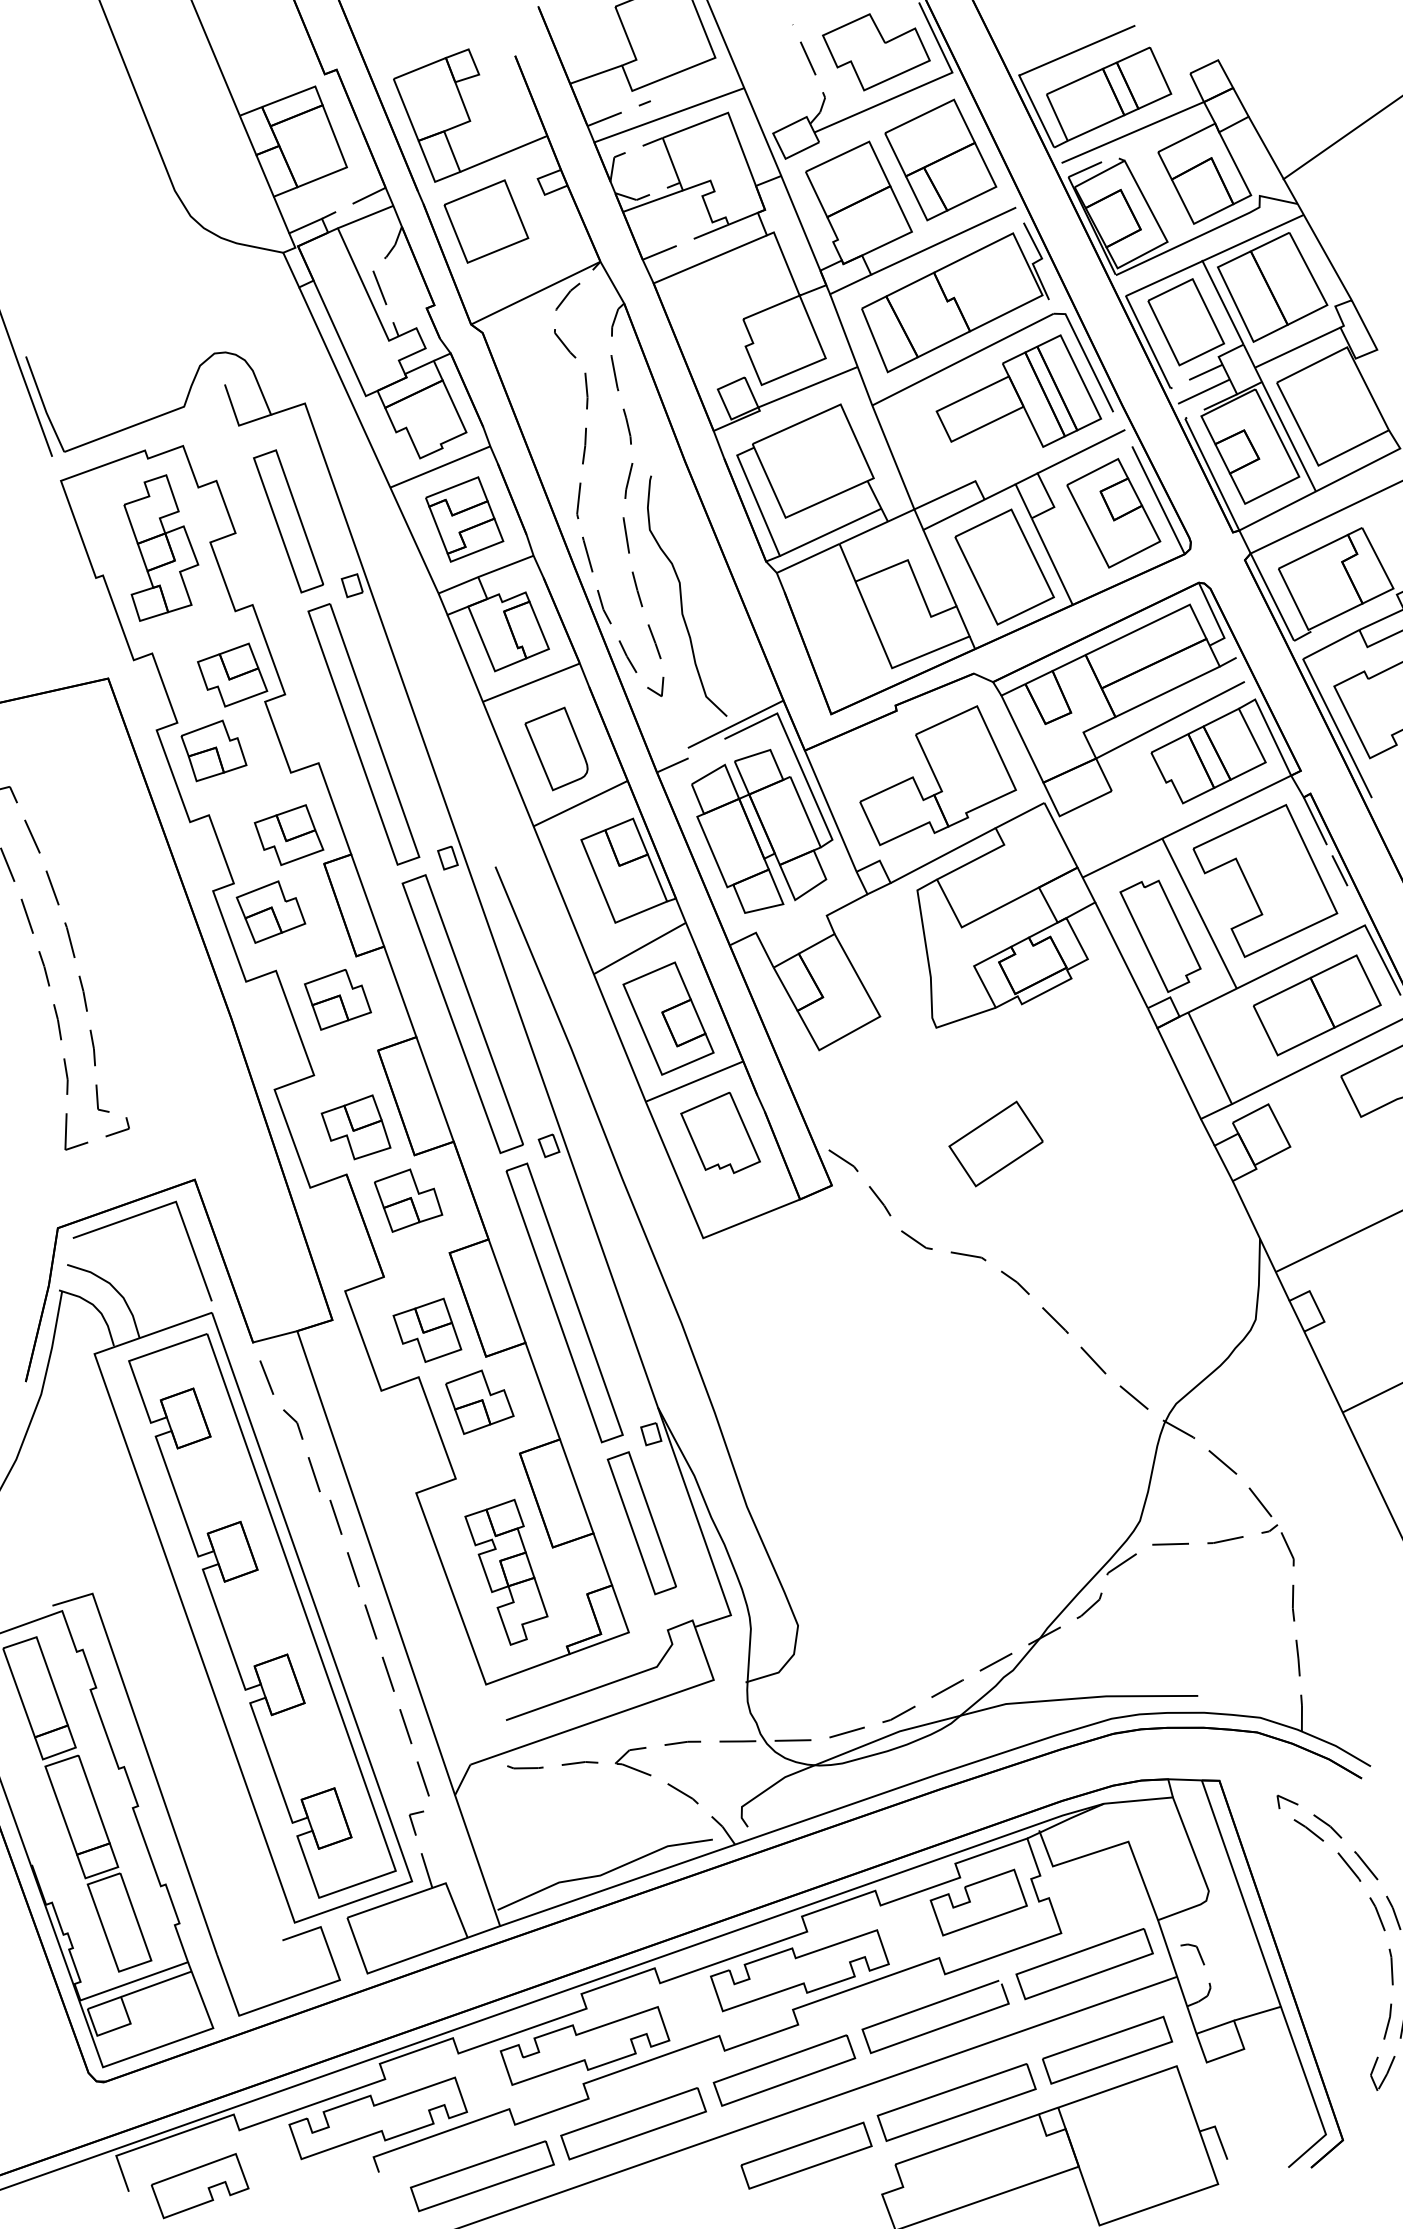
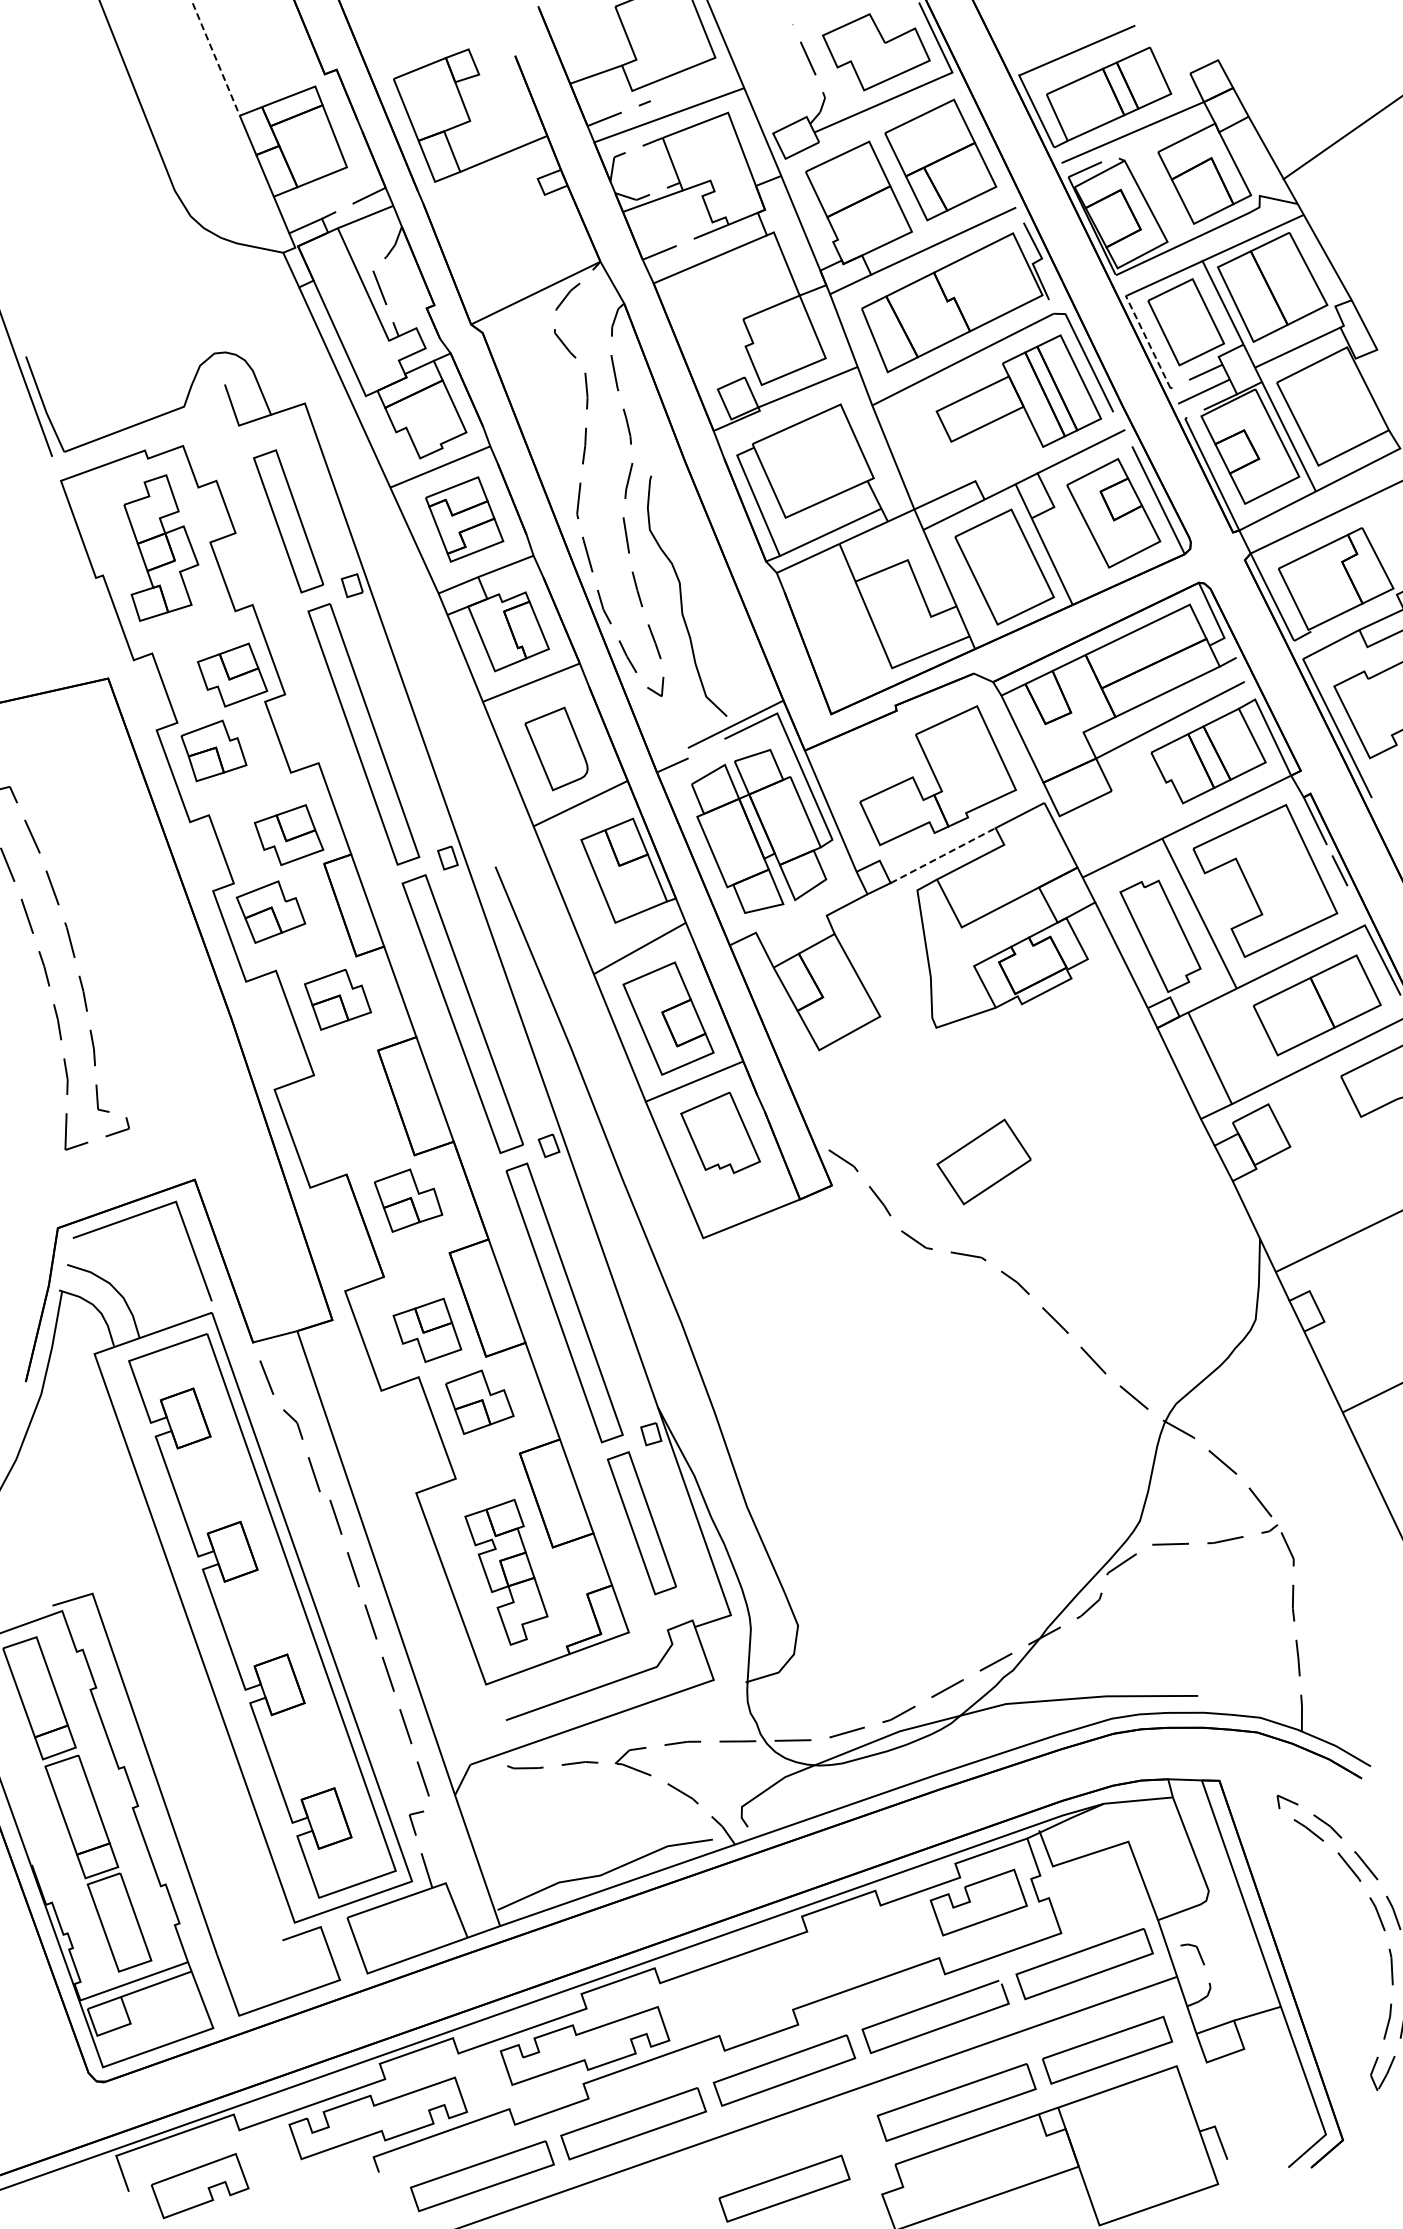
line at (215, 58): solid -> dashed
part at (486, 221): present -> none
line at (1148, 342): solid -> dashed
line at (943, 855): solid -> dashed
part at (355, 1127): present -> none
part at (995, 1143) position: (995, 1143) -> (983, 1161)
part at (799, 1970): present -> none
part at (806, 2155) position: (806, 2155) -> (784, 2188)
